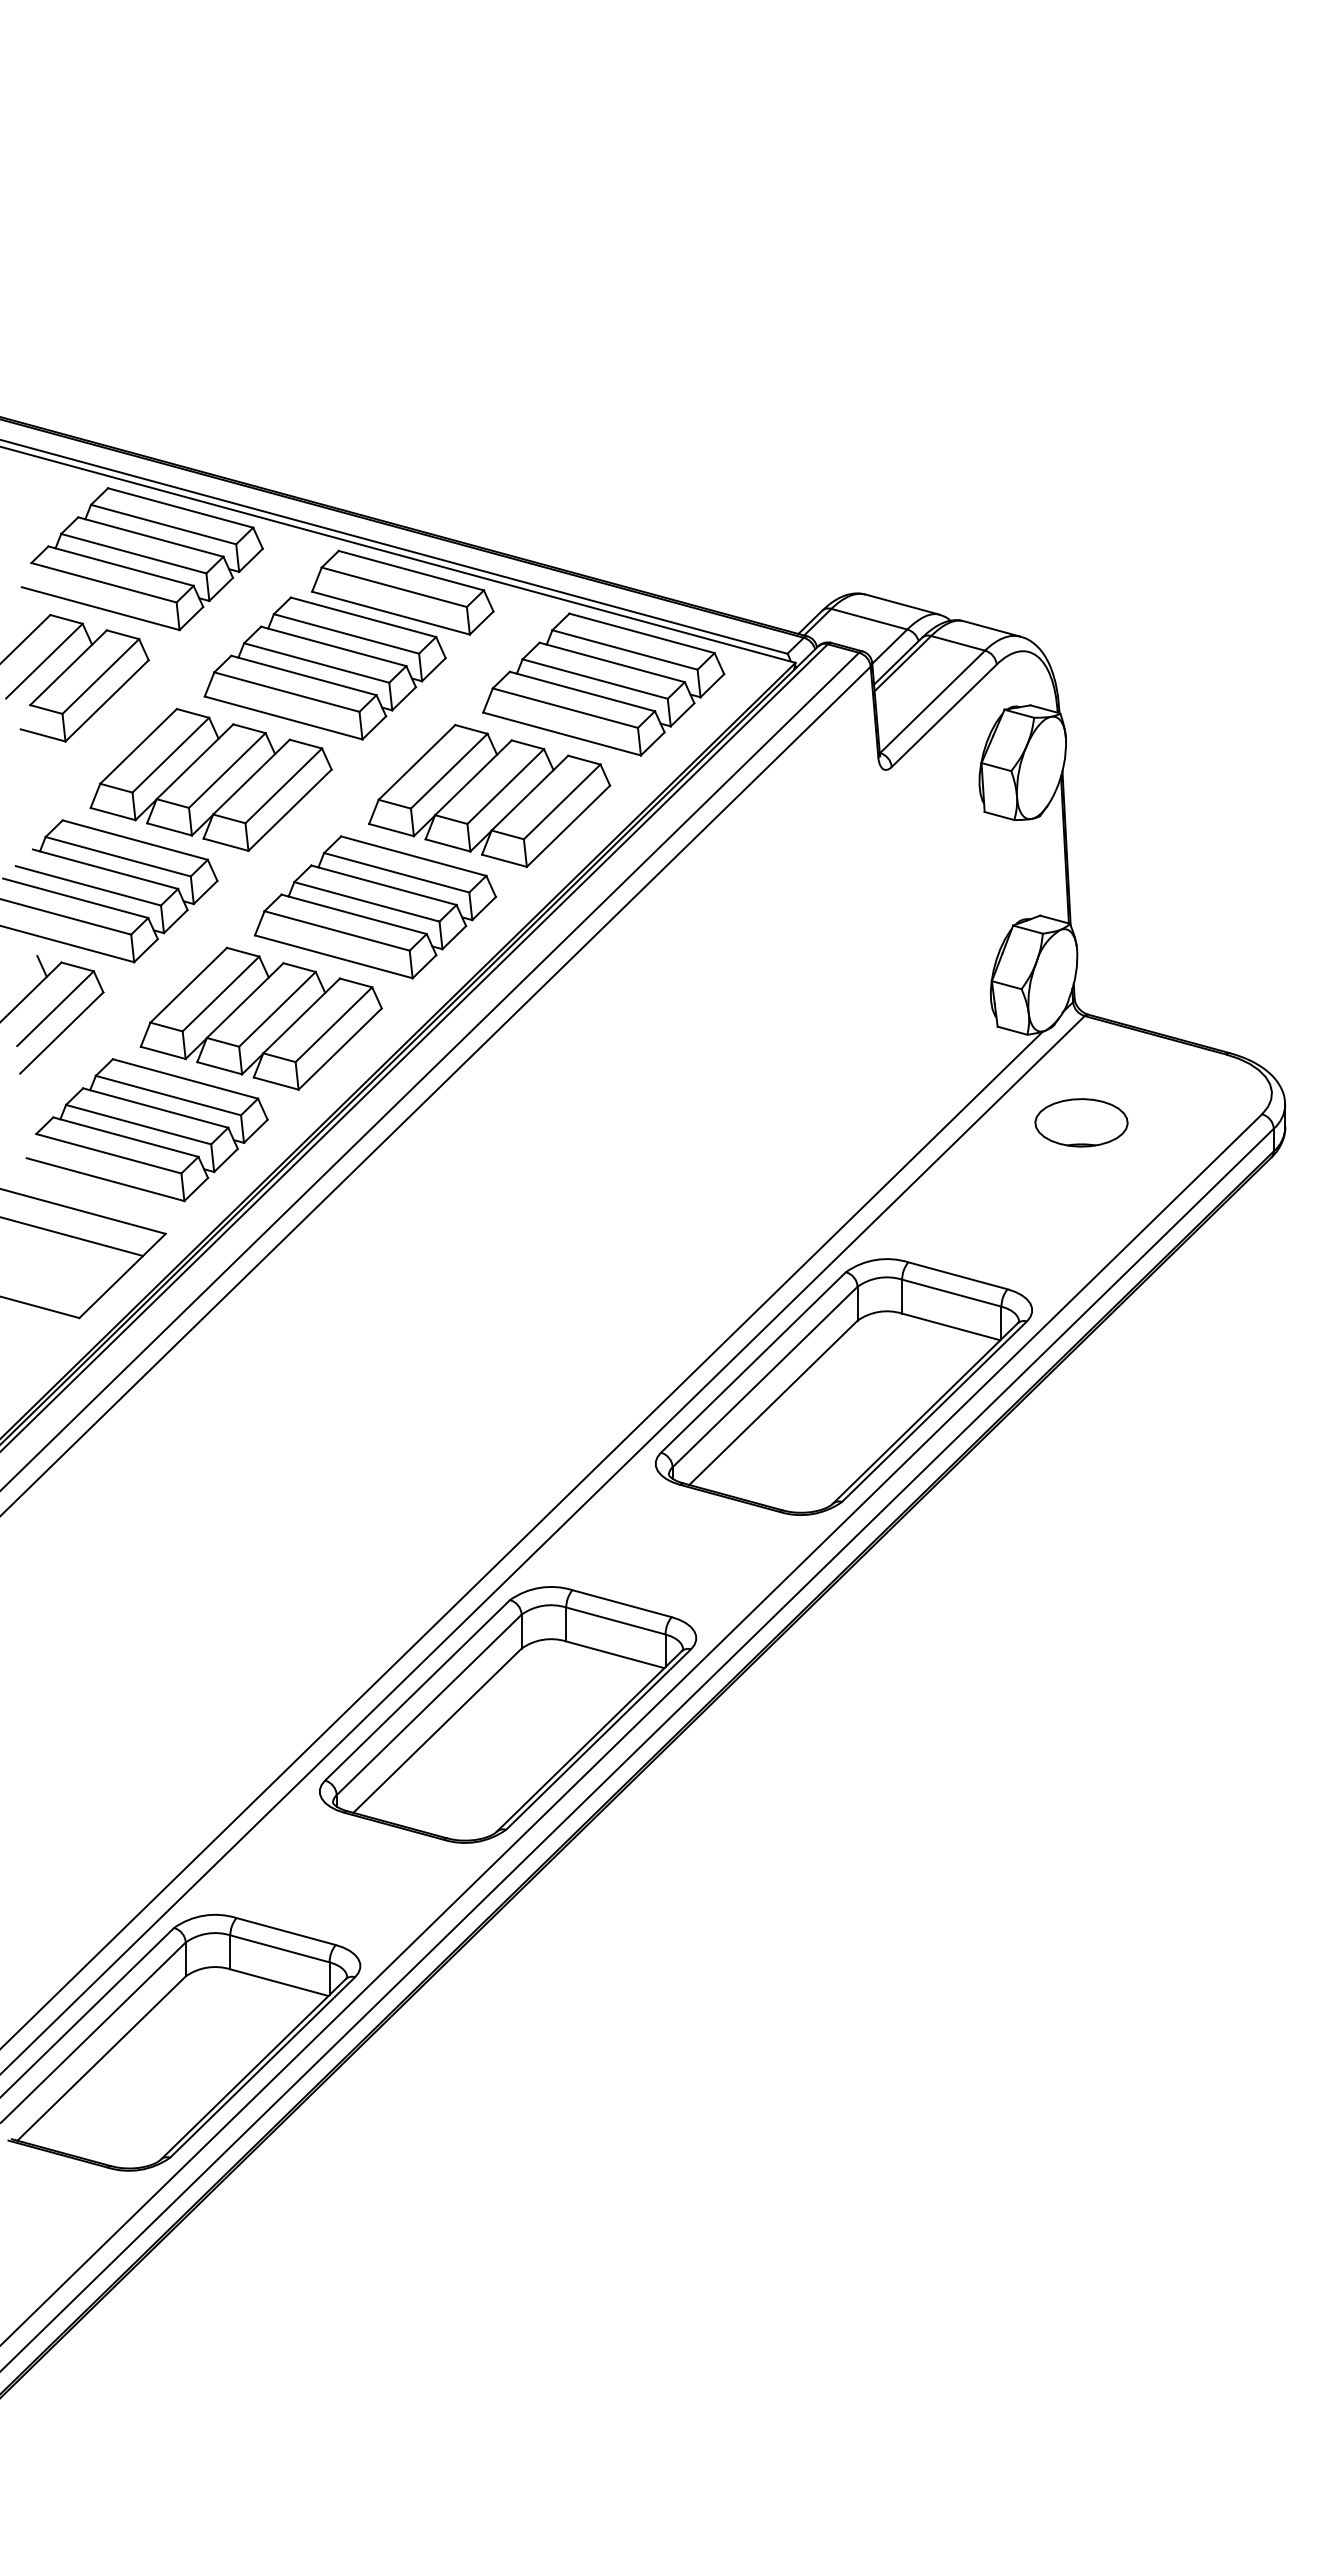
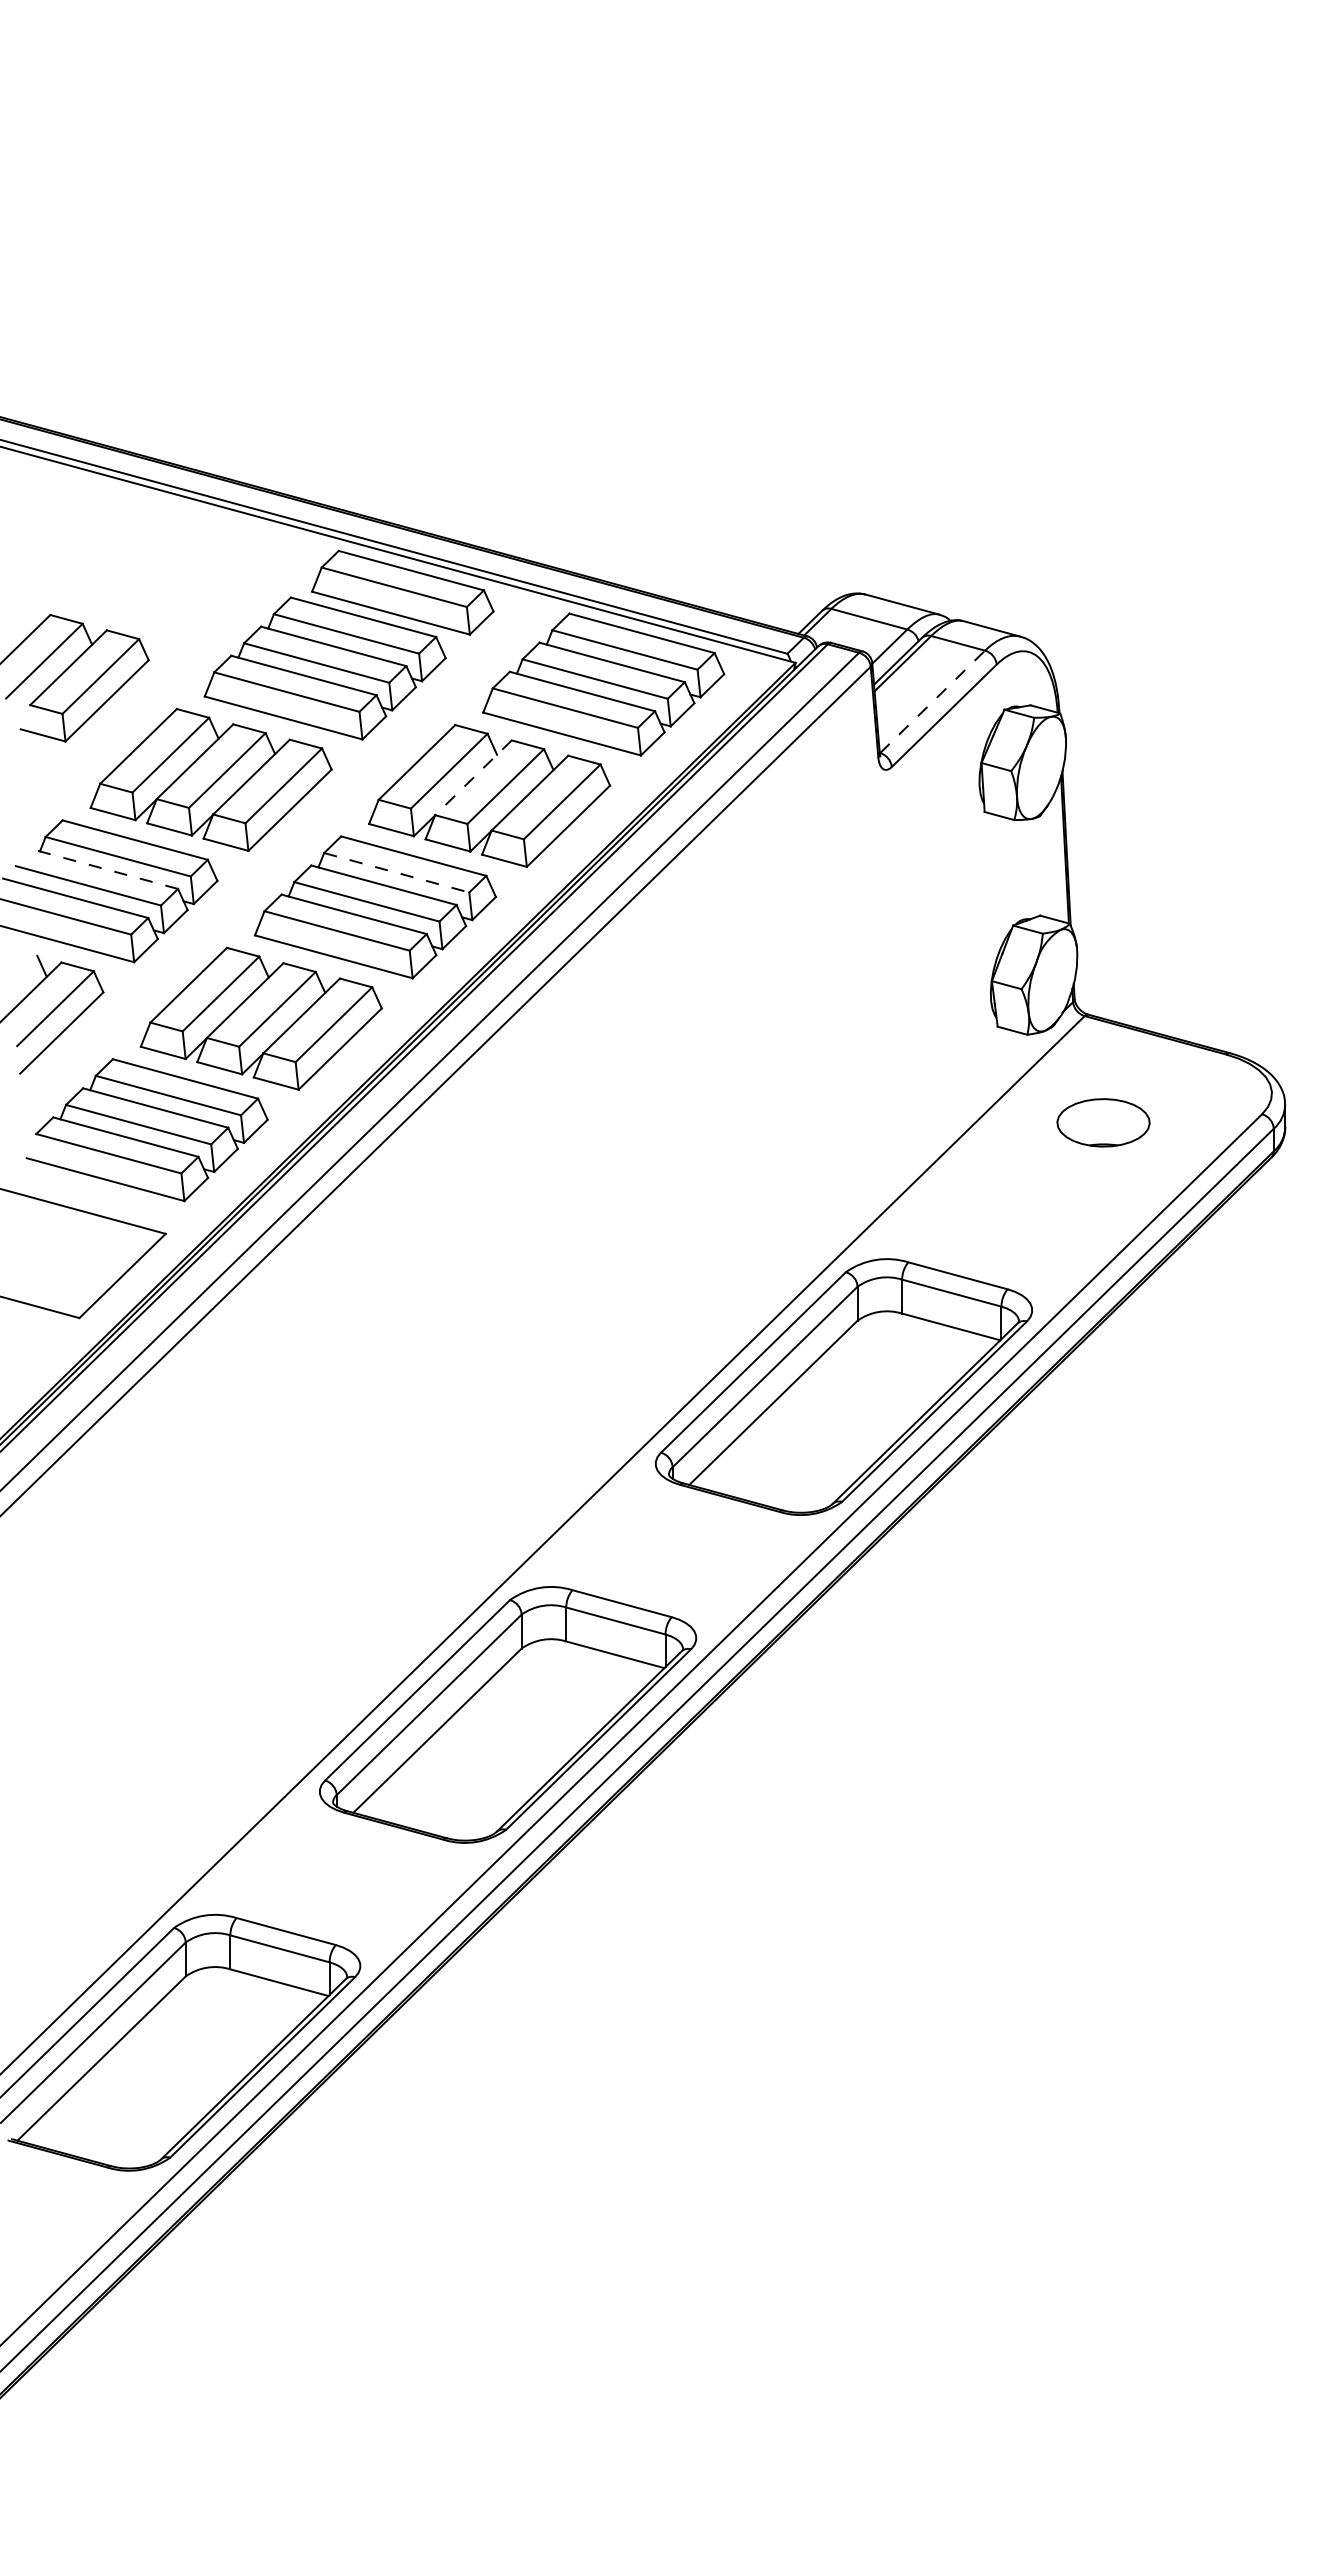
part at (141, 559): present -> none
line at (932, 701): solid -> dashed
line at (473, 777): solid -> dashed
line at (105, 869): solid -> dashed
line at (397, 872): solid -> dashed
part at (1081, 1122) position: (1081, 1122) -> (1103, 1122)
line at (72, 1236): present -> none
line at (522, 1538): present -> none
